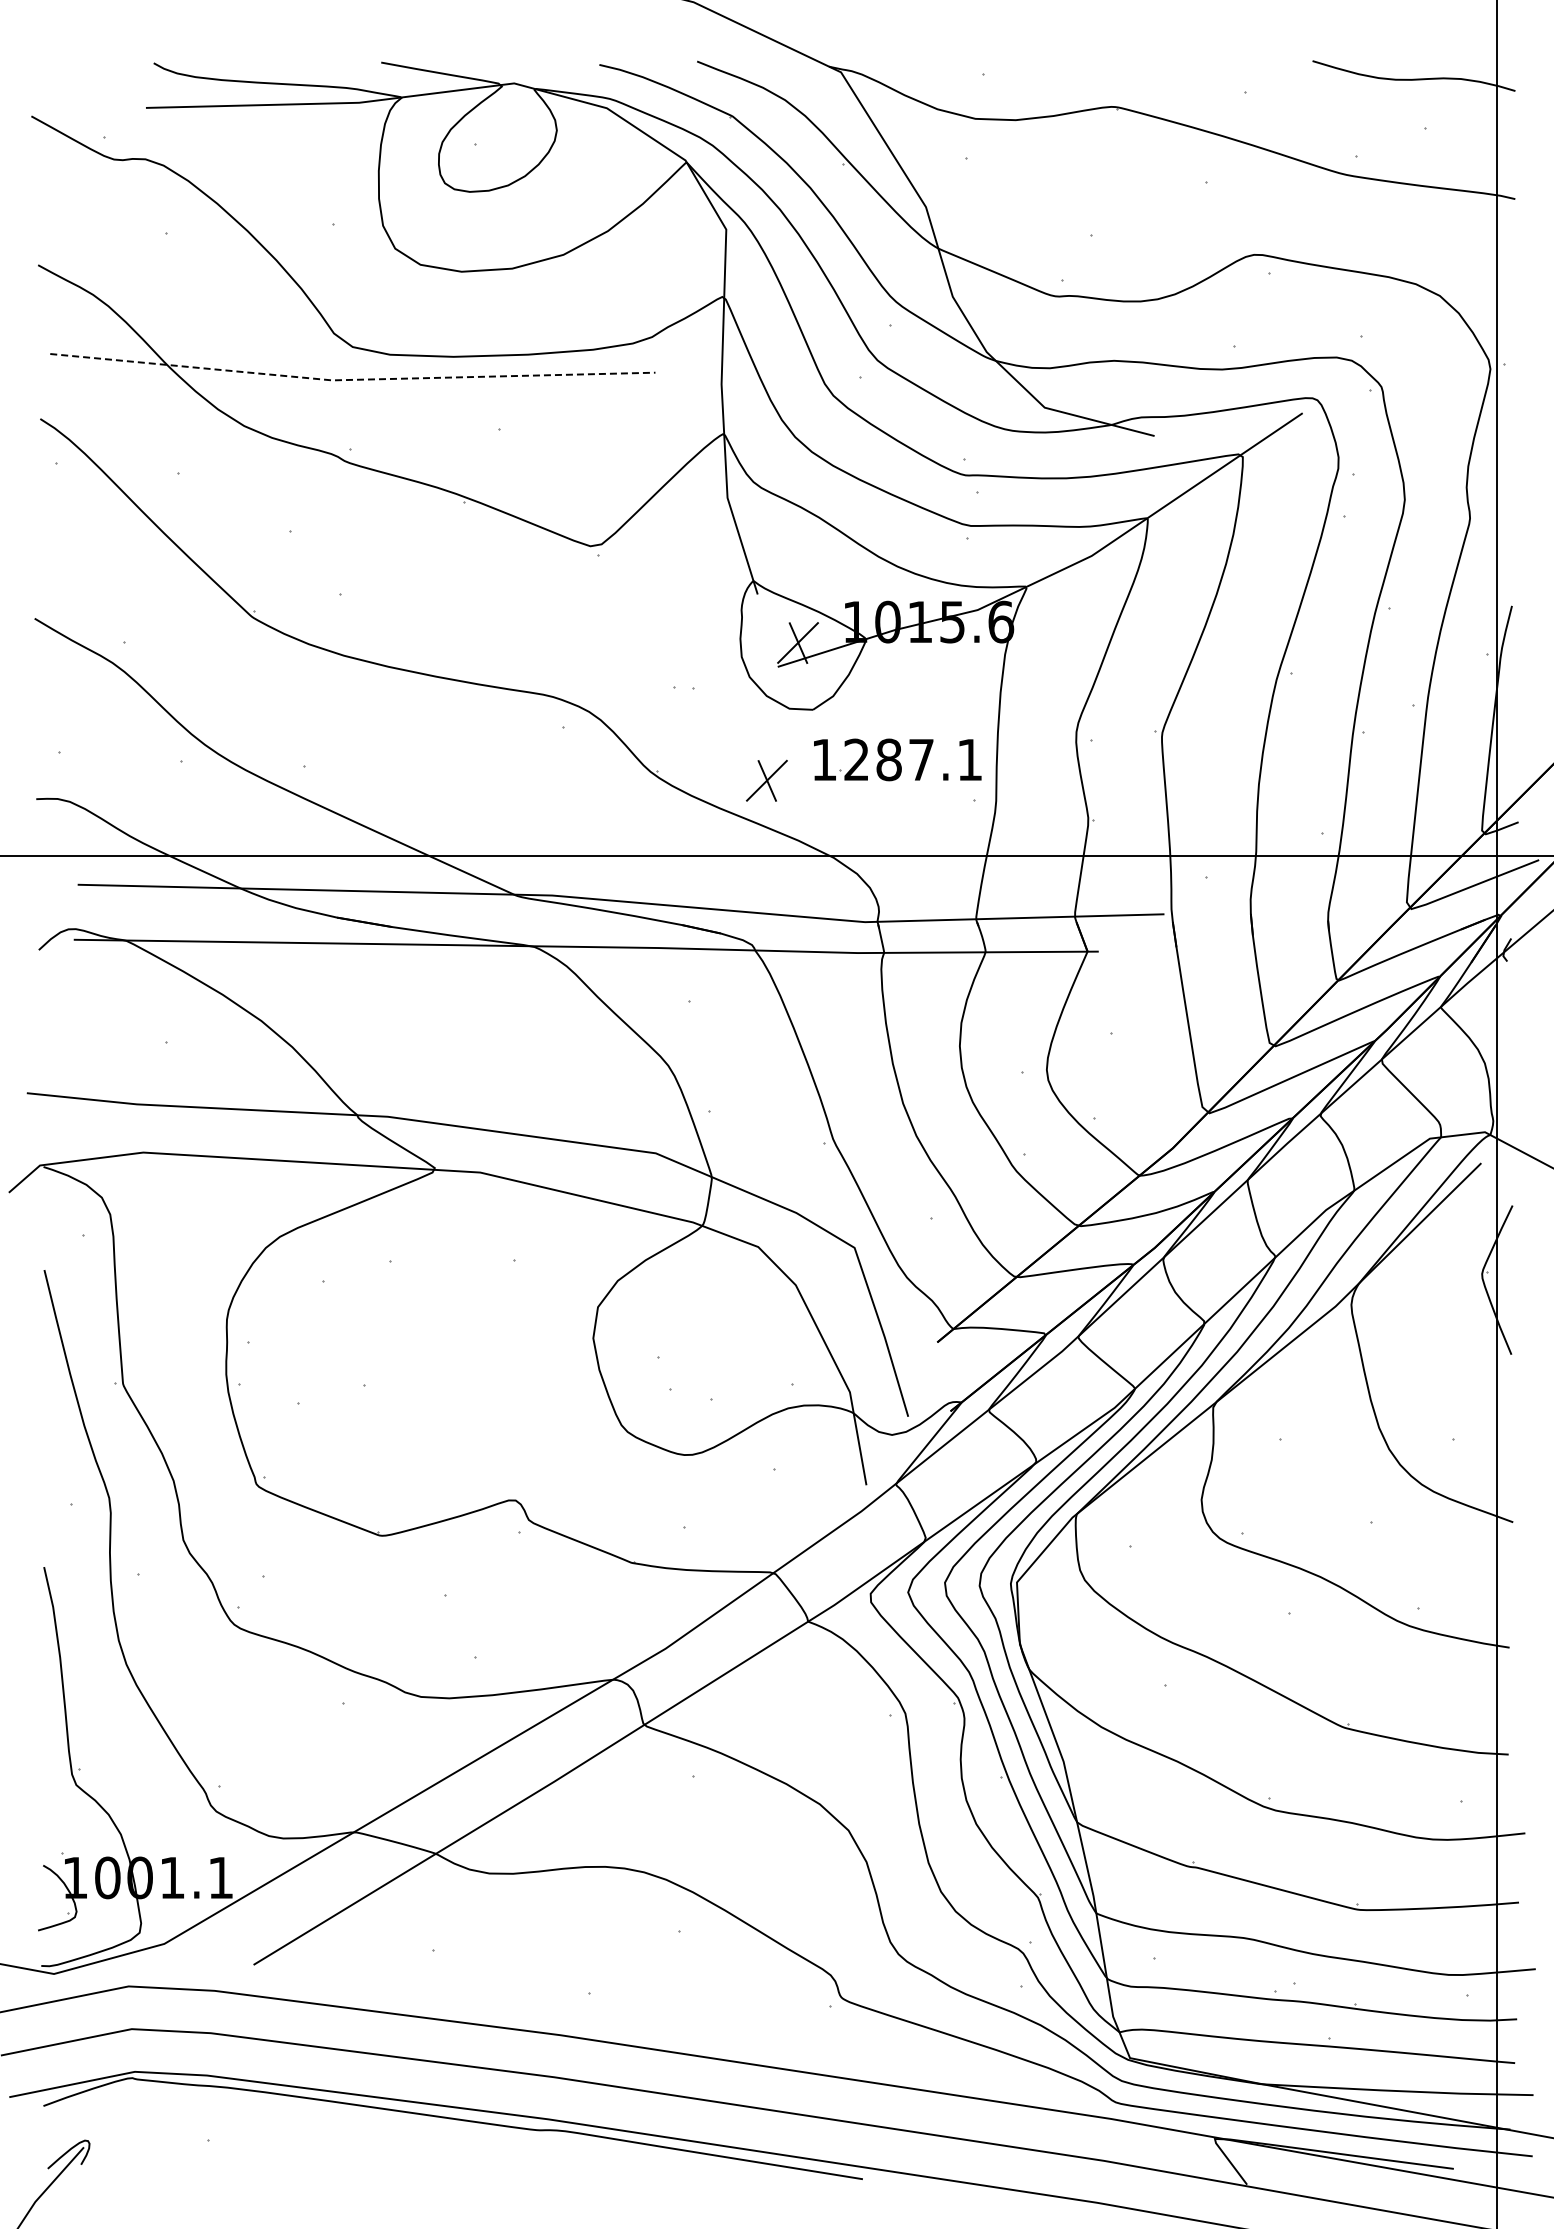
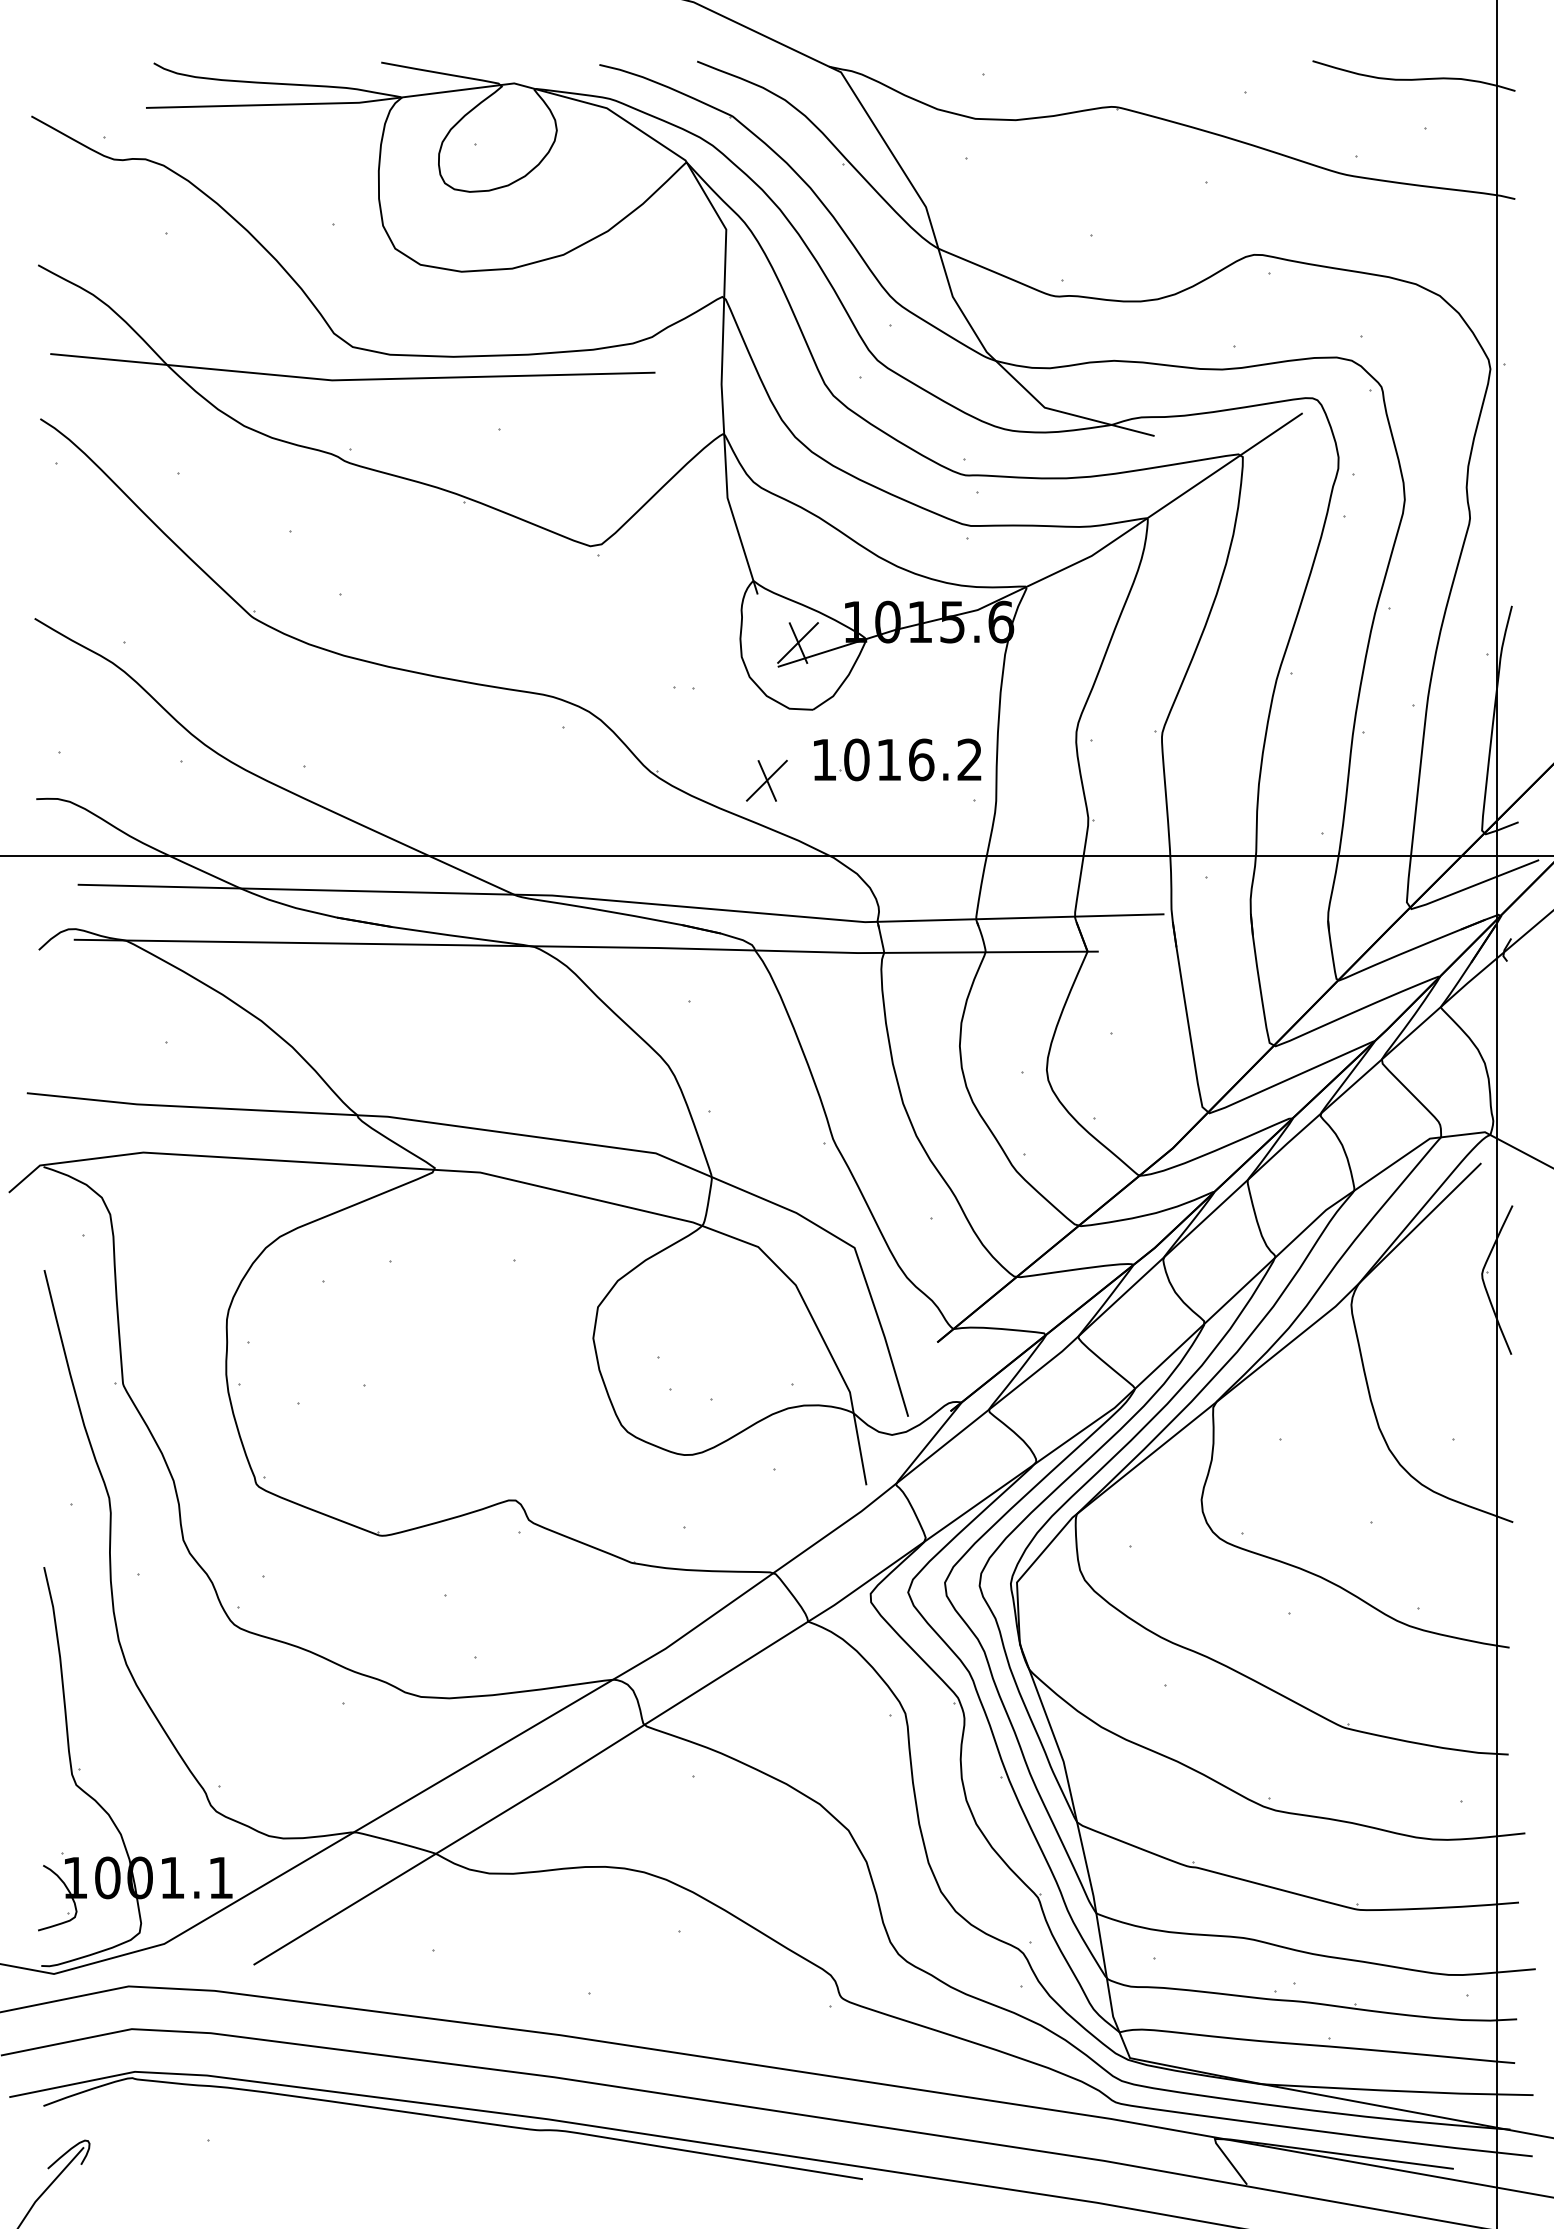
line at (352, 379): dashed -> solid
text at (912, 759): 1287.1 -> 1016.2
